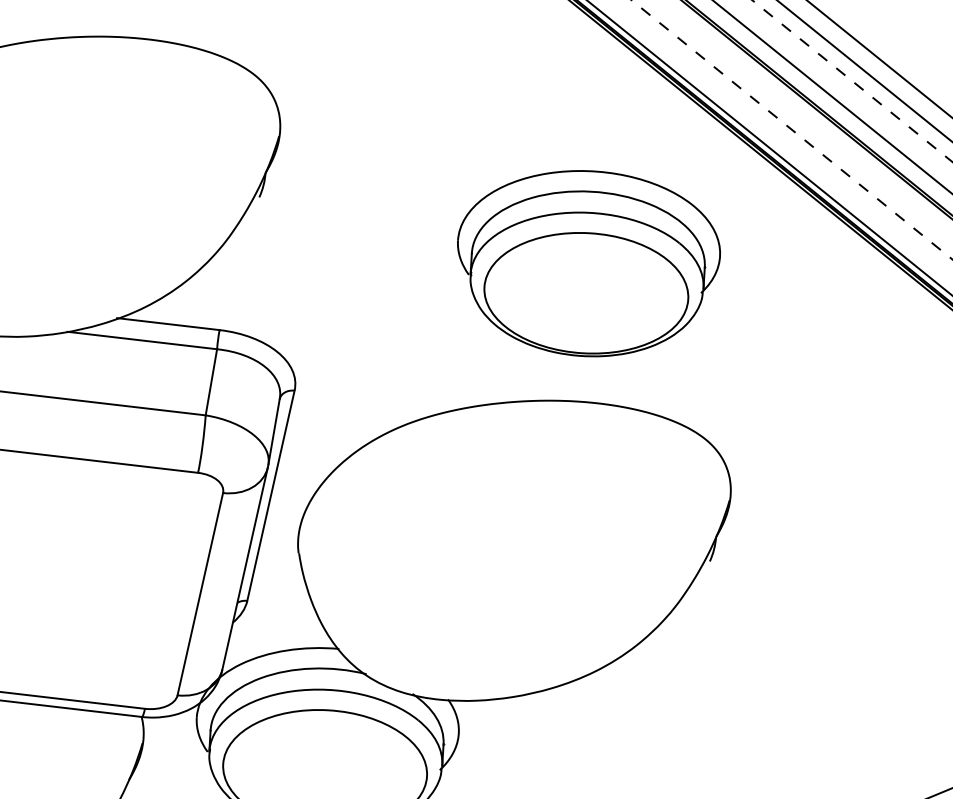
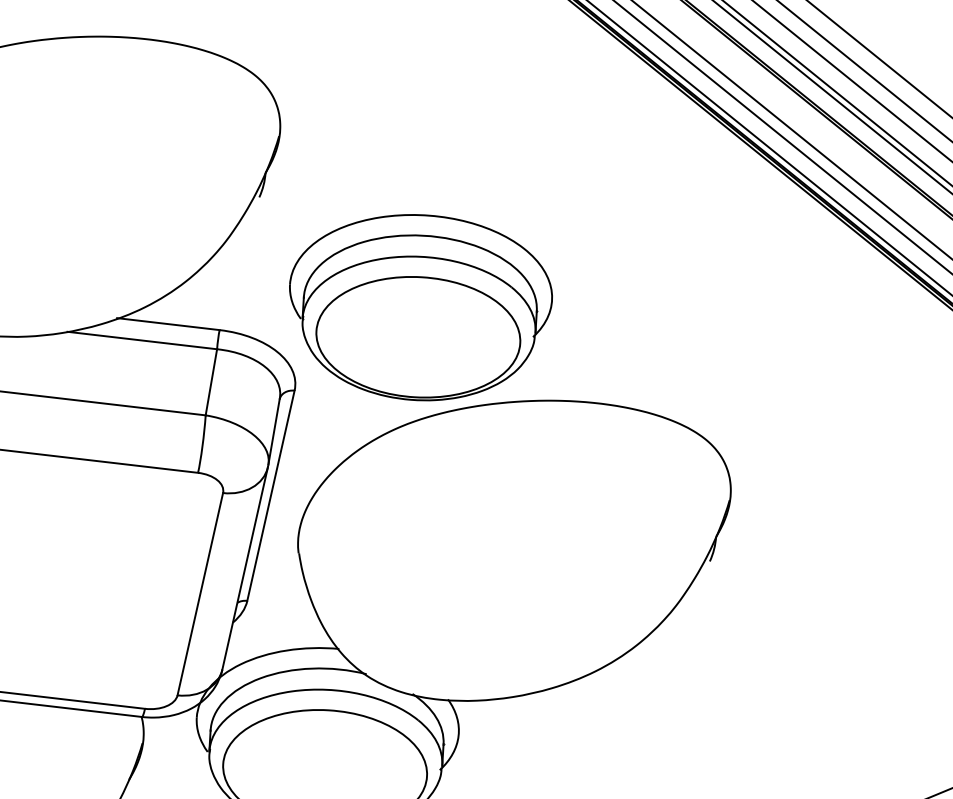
line at (852, 80): dashed -> solid
line at (837, 92): none -> present
line at (792, 130): dashed -> solid
line at (782, 136): none -> present
part at (588, 263) position: (588, 263) -> (420, 307)
